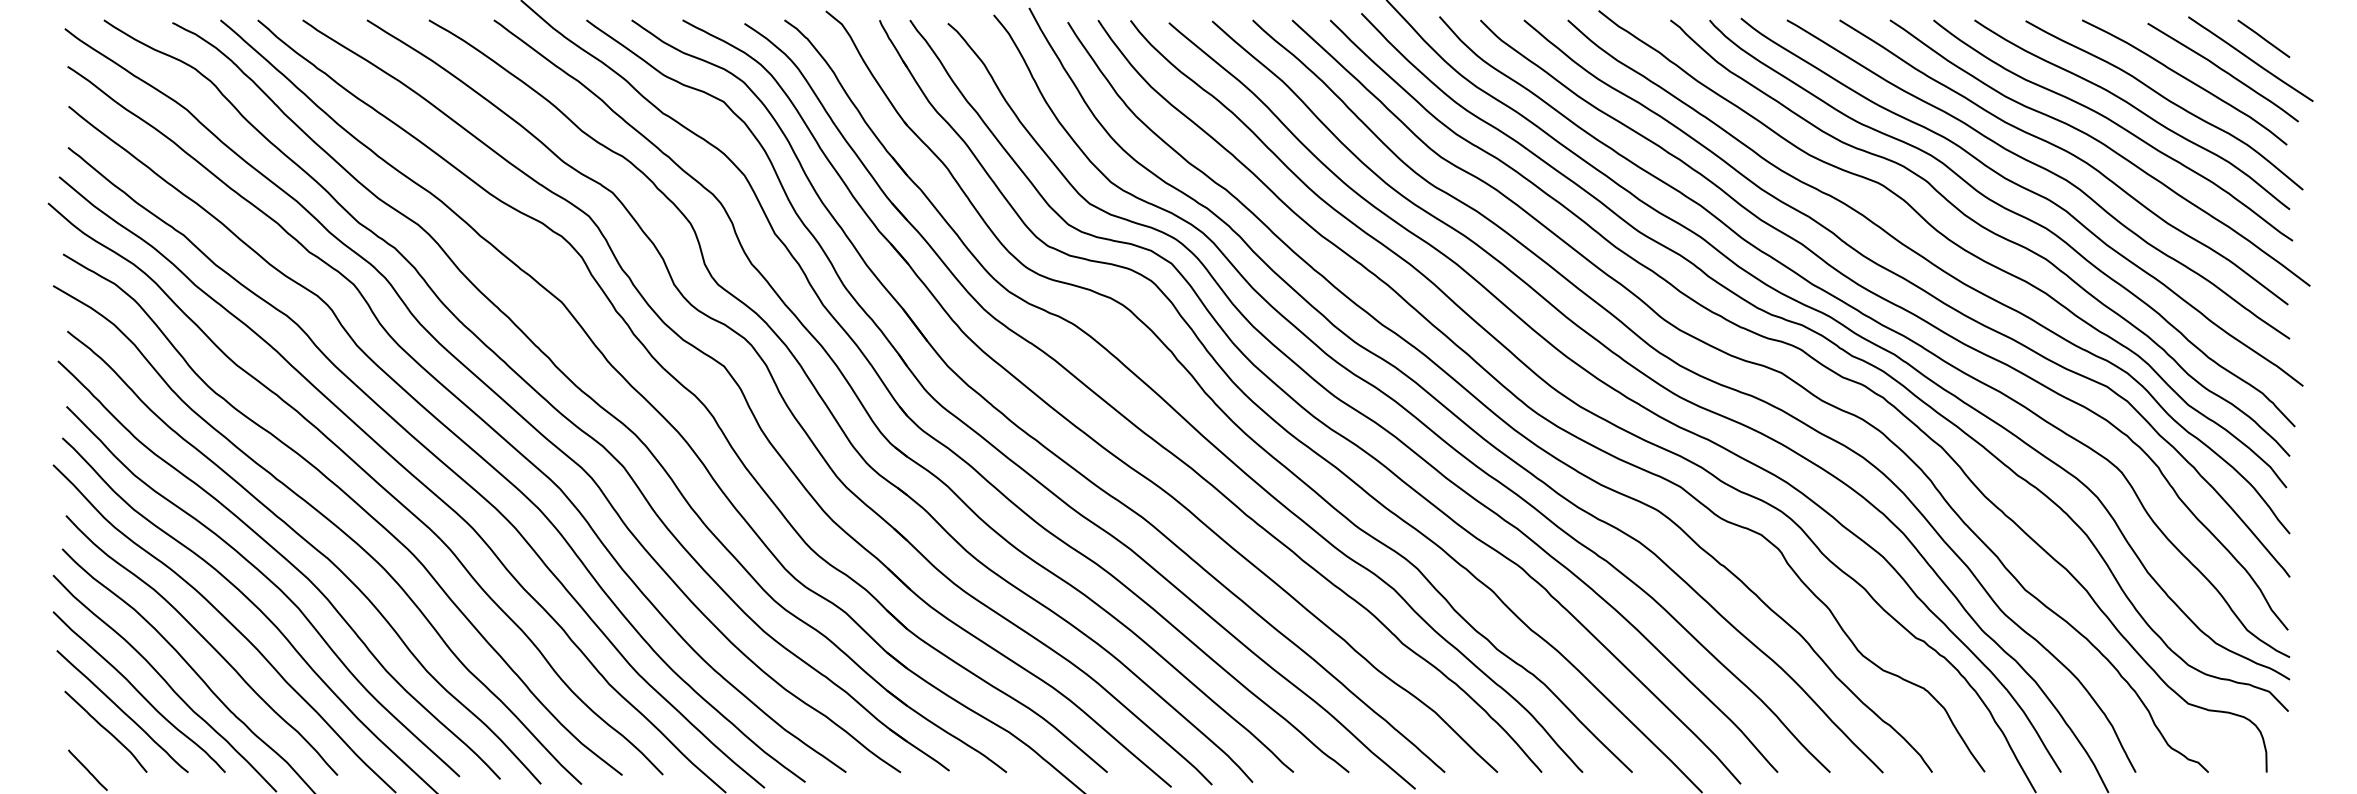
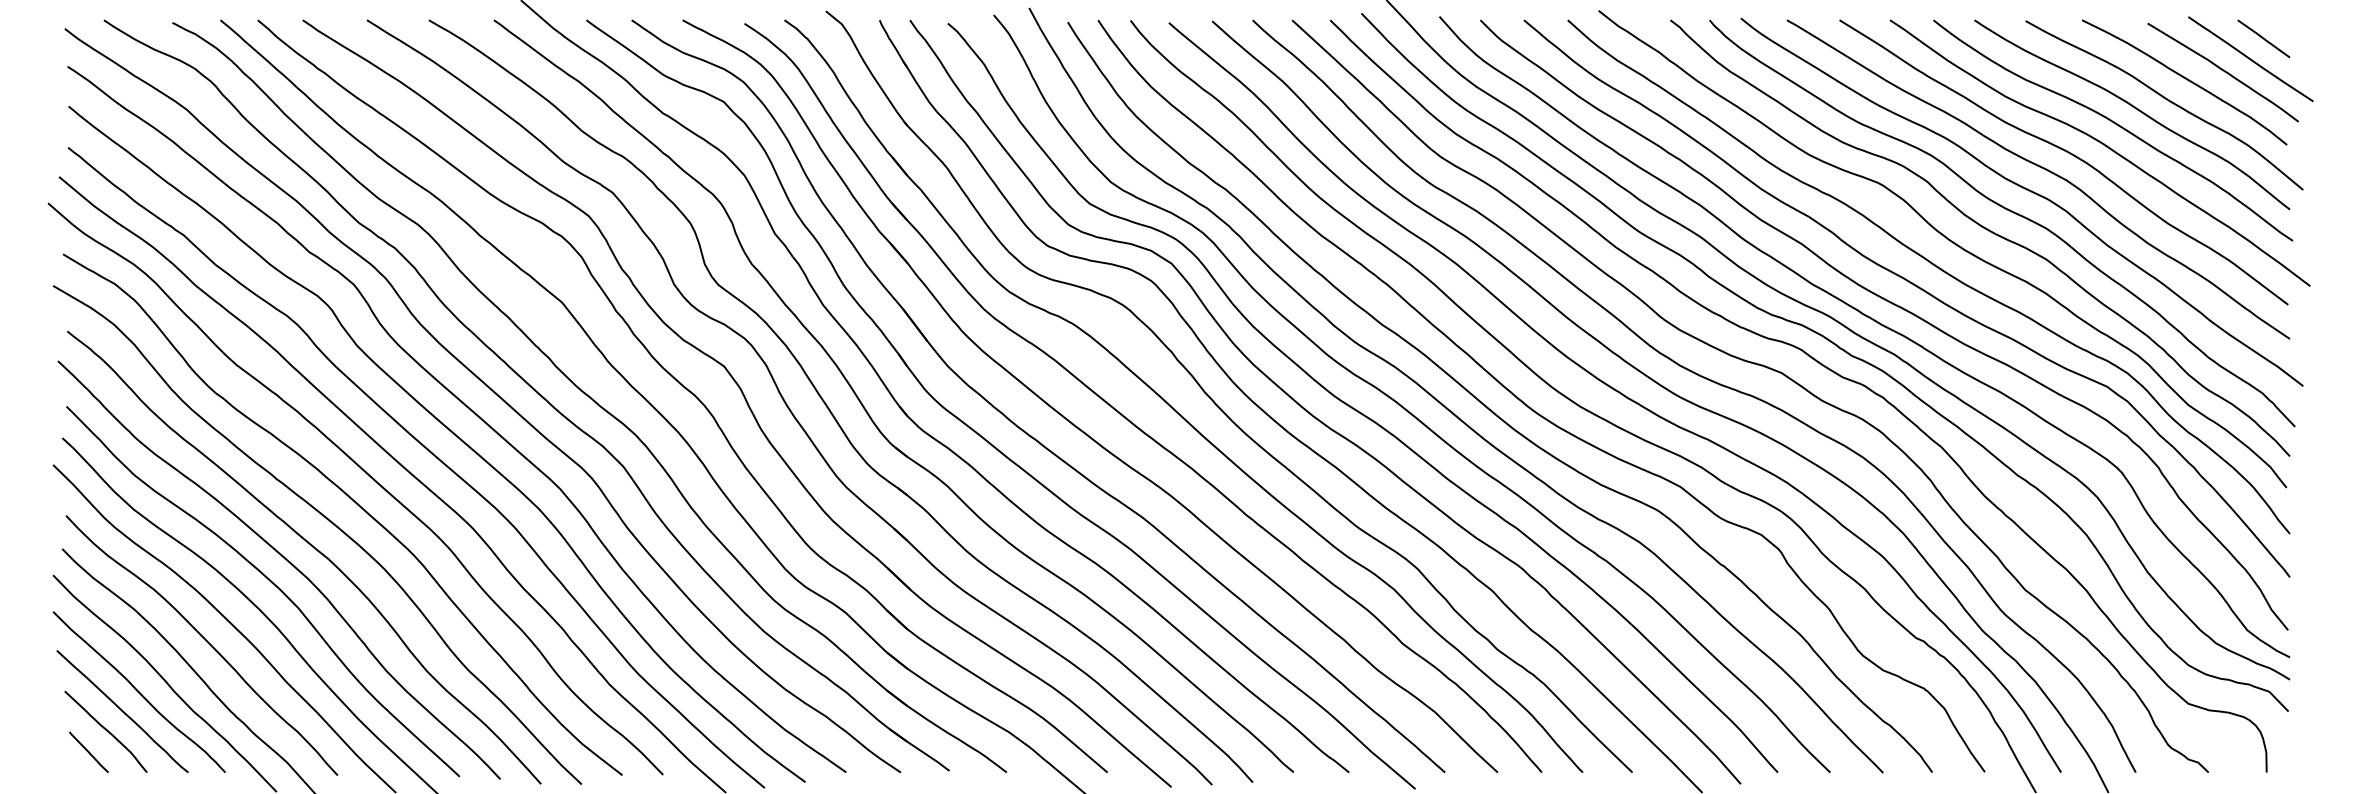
line at (87, 769) position: (87, 769) -> (88, 751)
